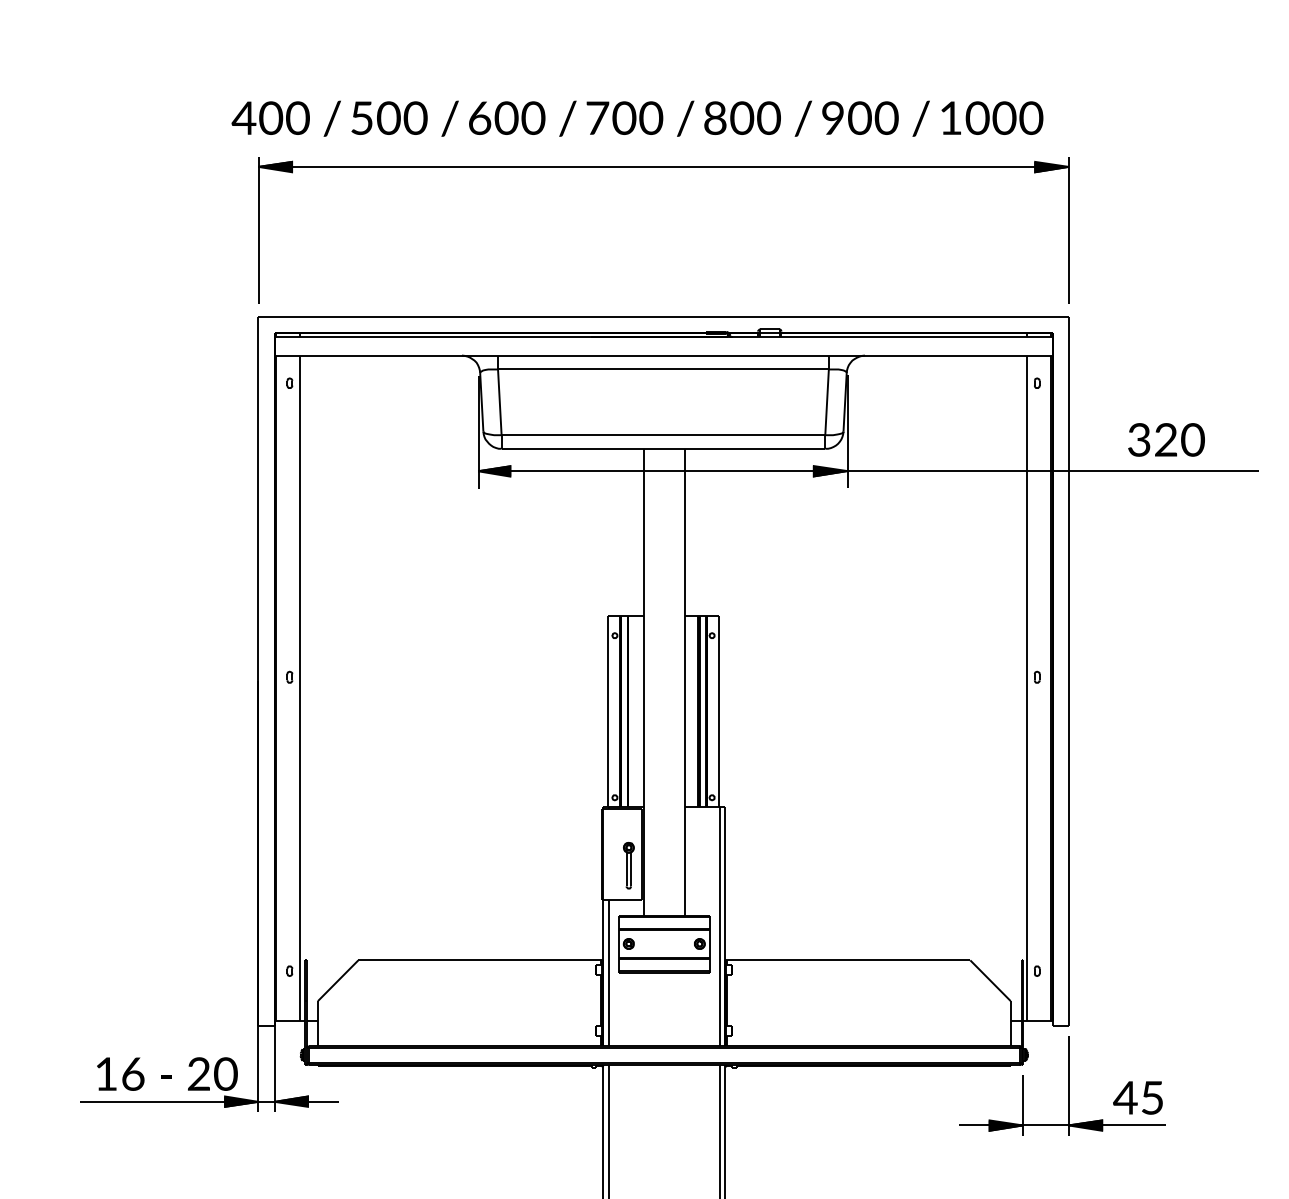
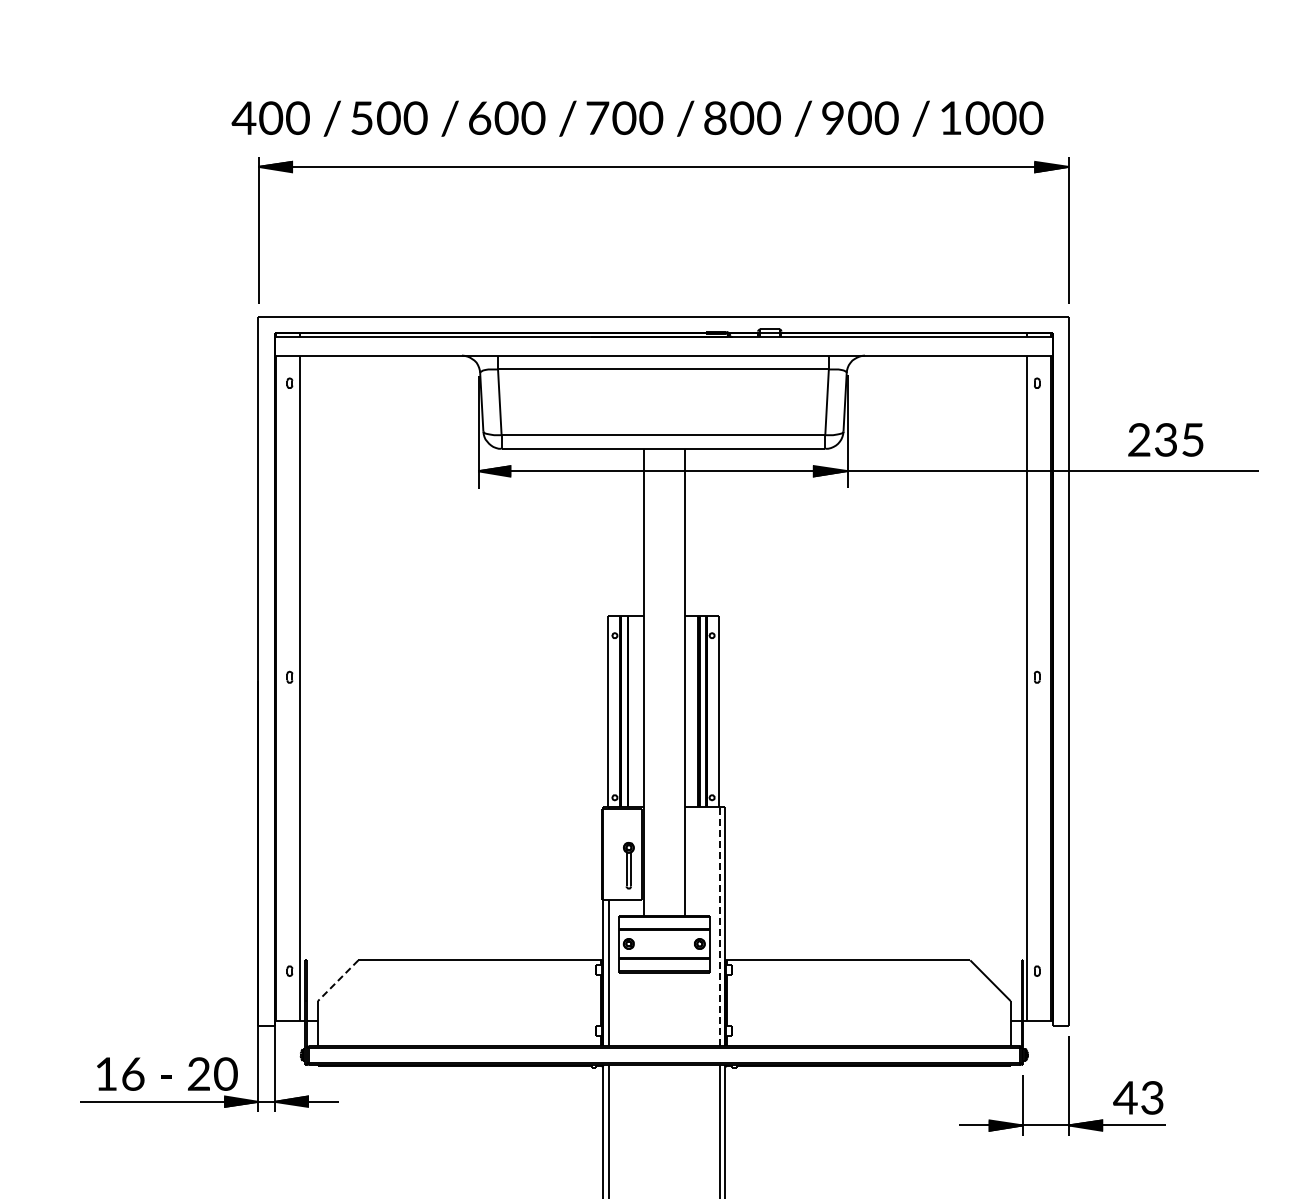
text at (1166, 439): 320 -> 235
line at (719, 926): solid -> dashed
line at (338, 980): solid -> dashed
text at (1152, 1097): 45 -> 43
